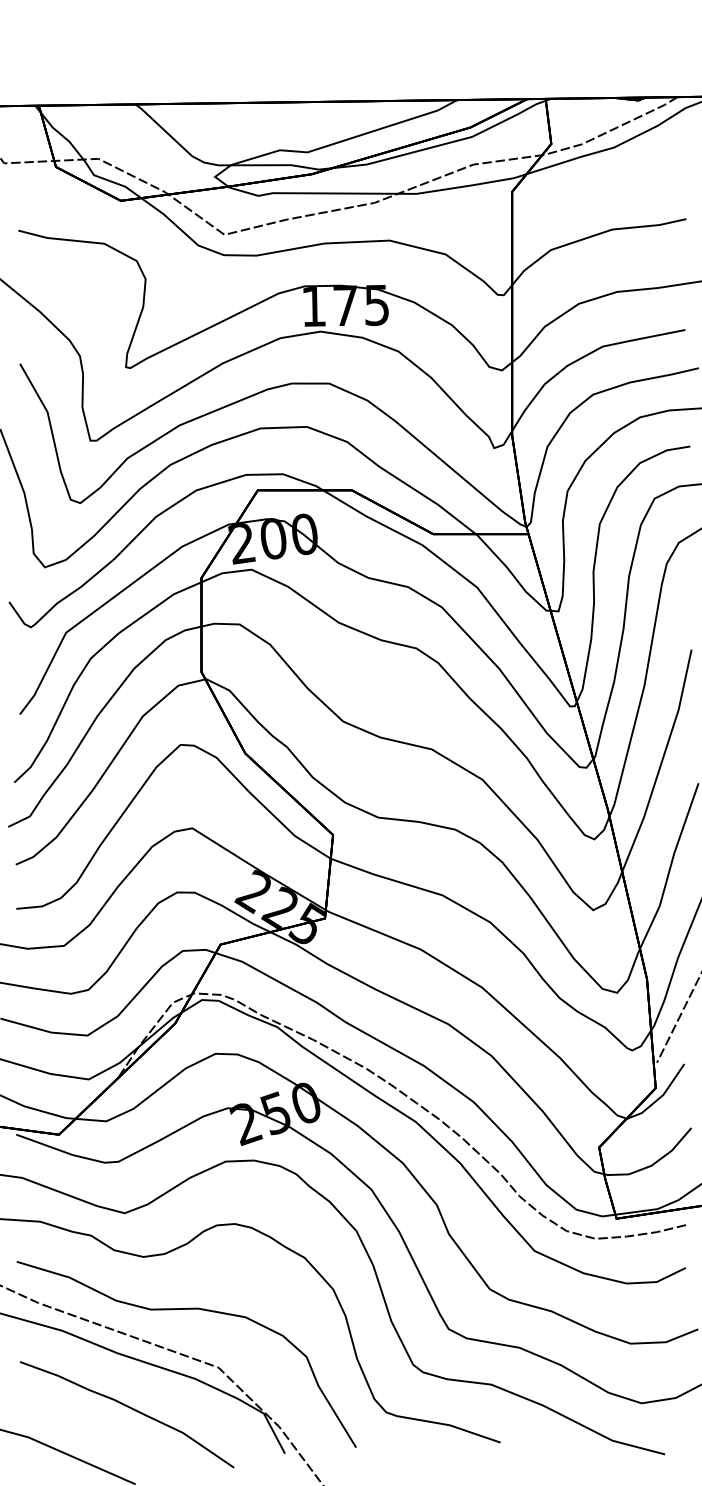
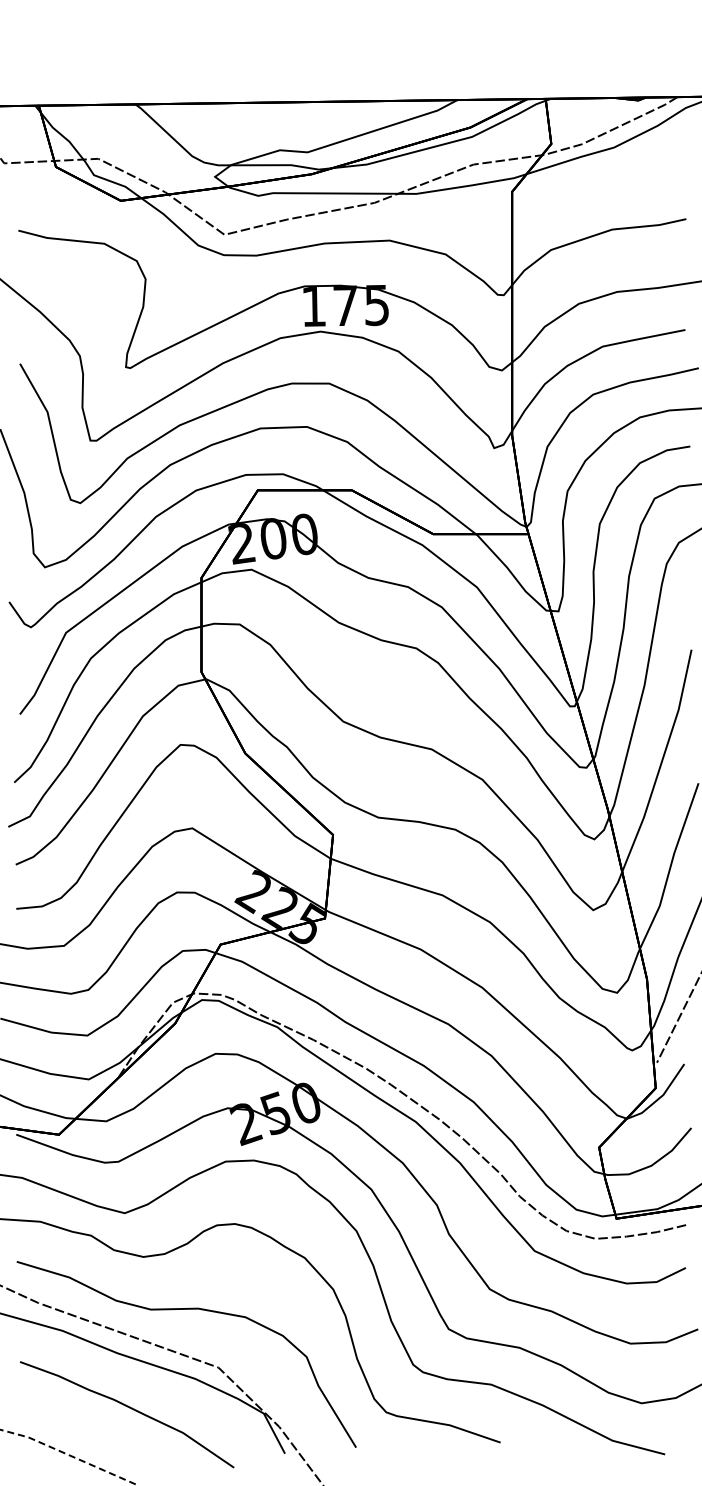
line at (68, 1454): solid -> dashed
